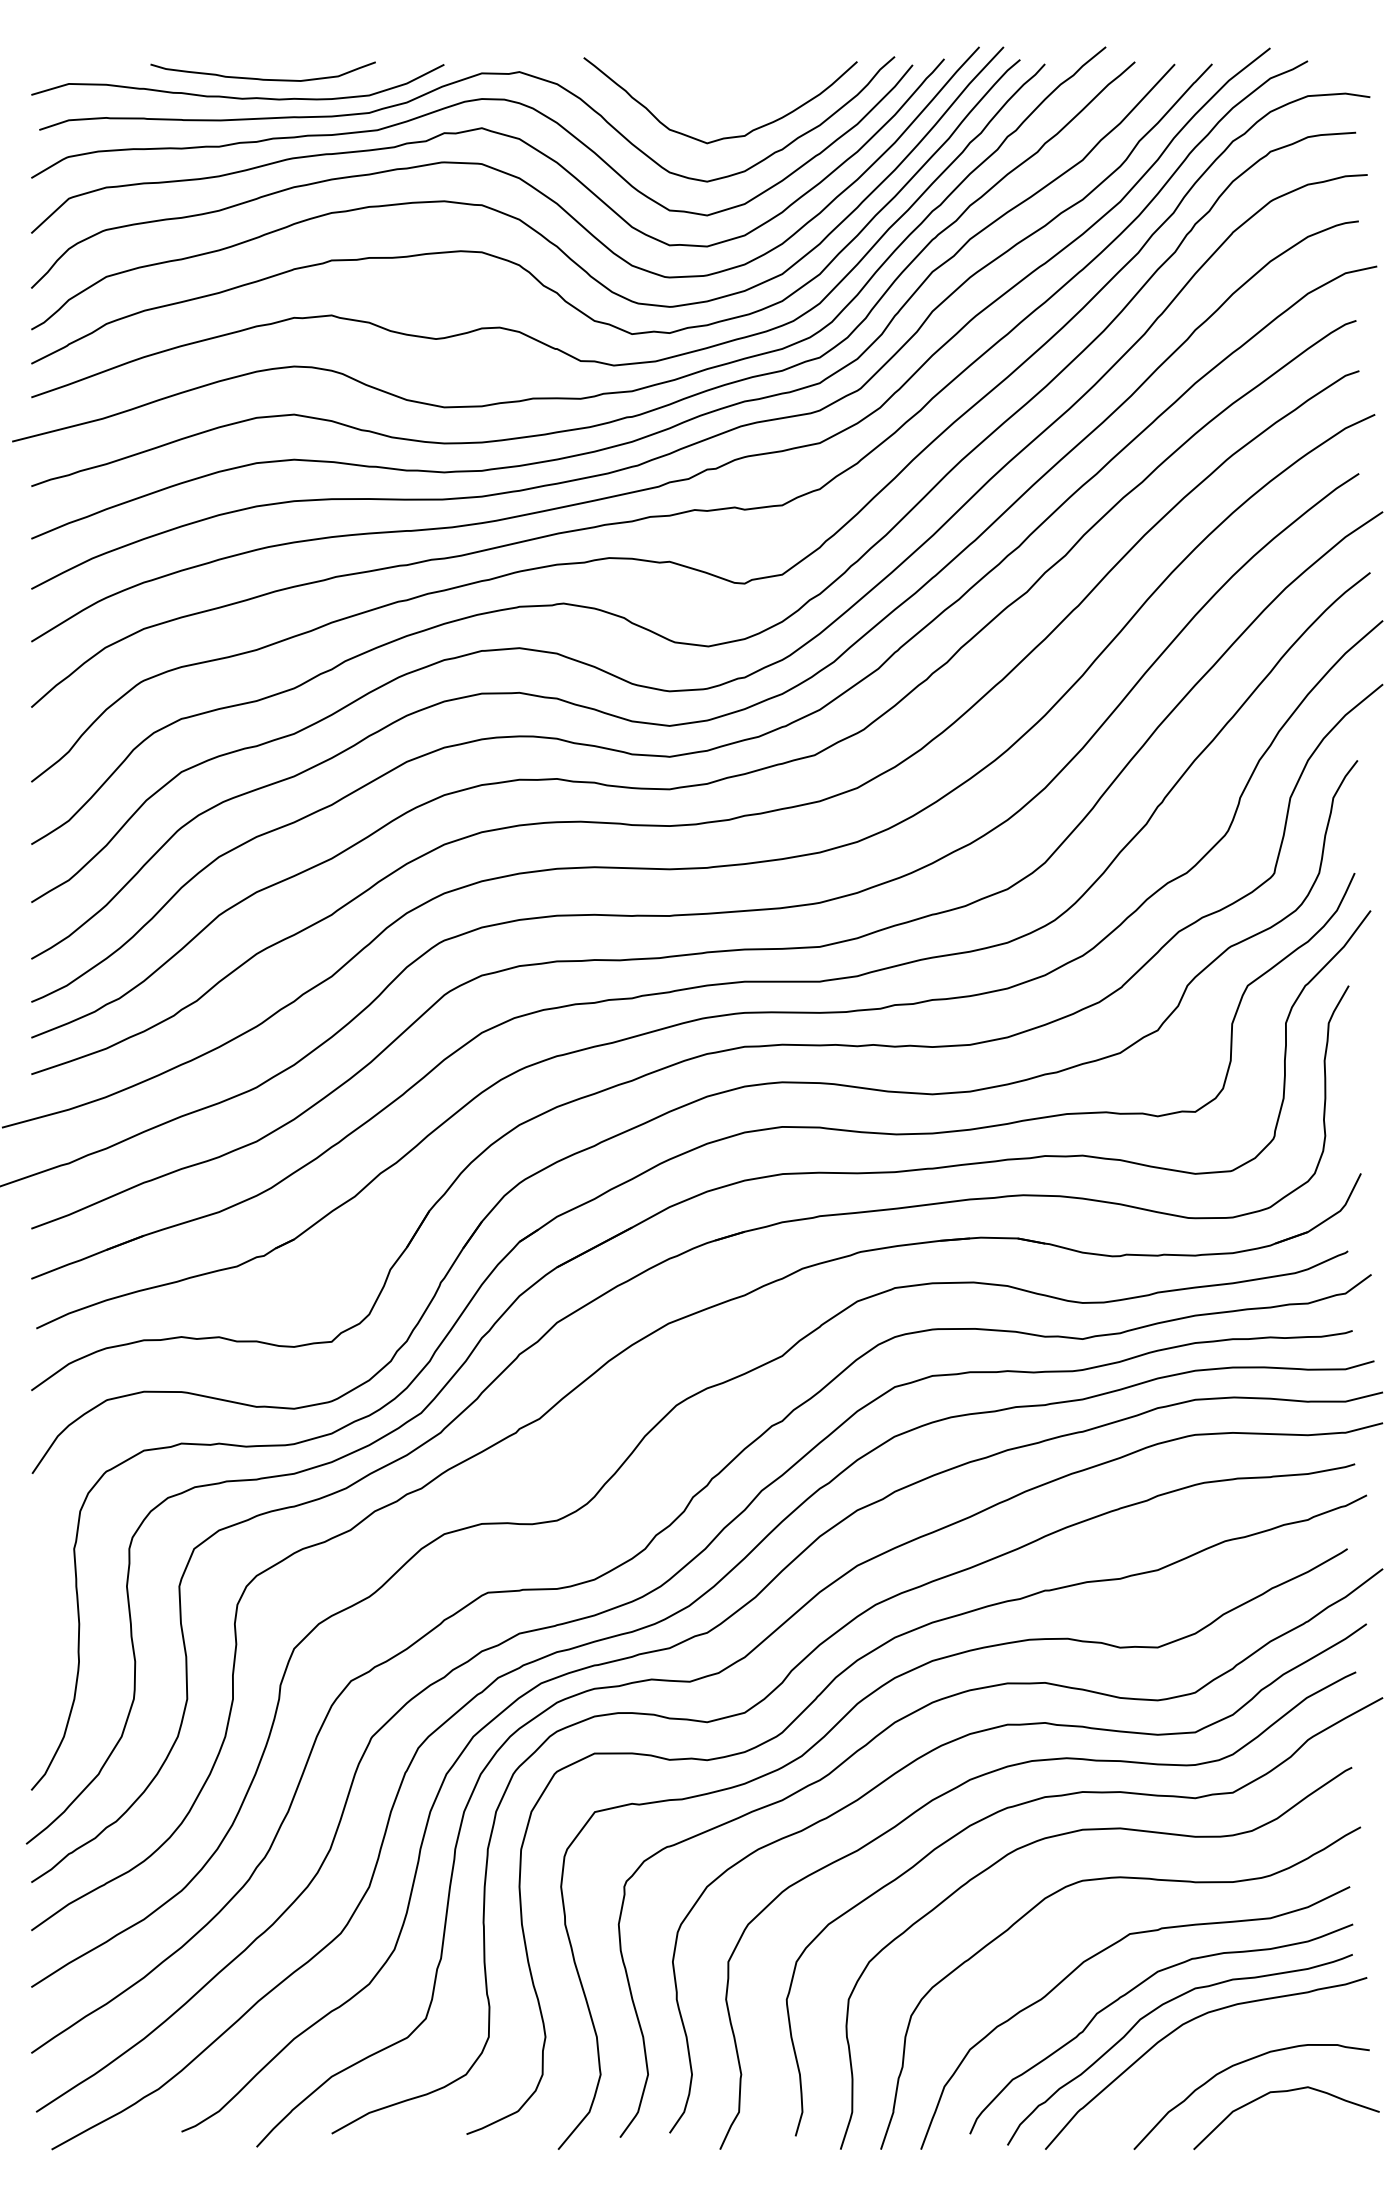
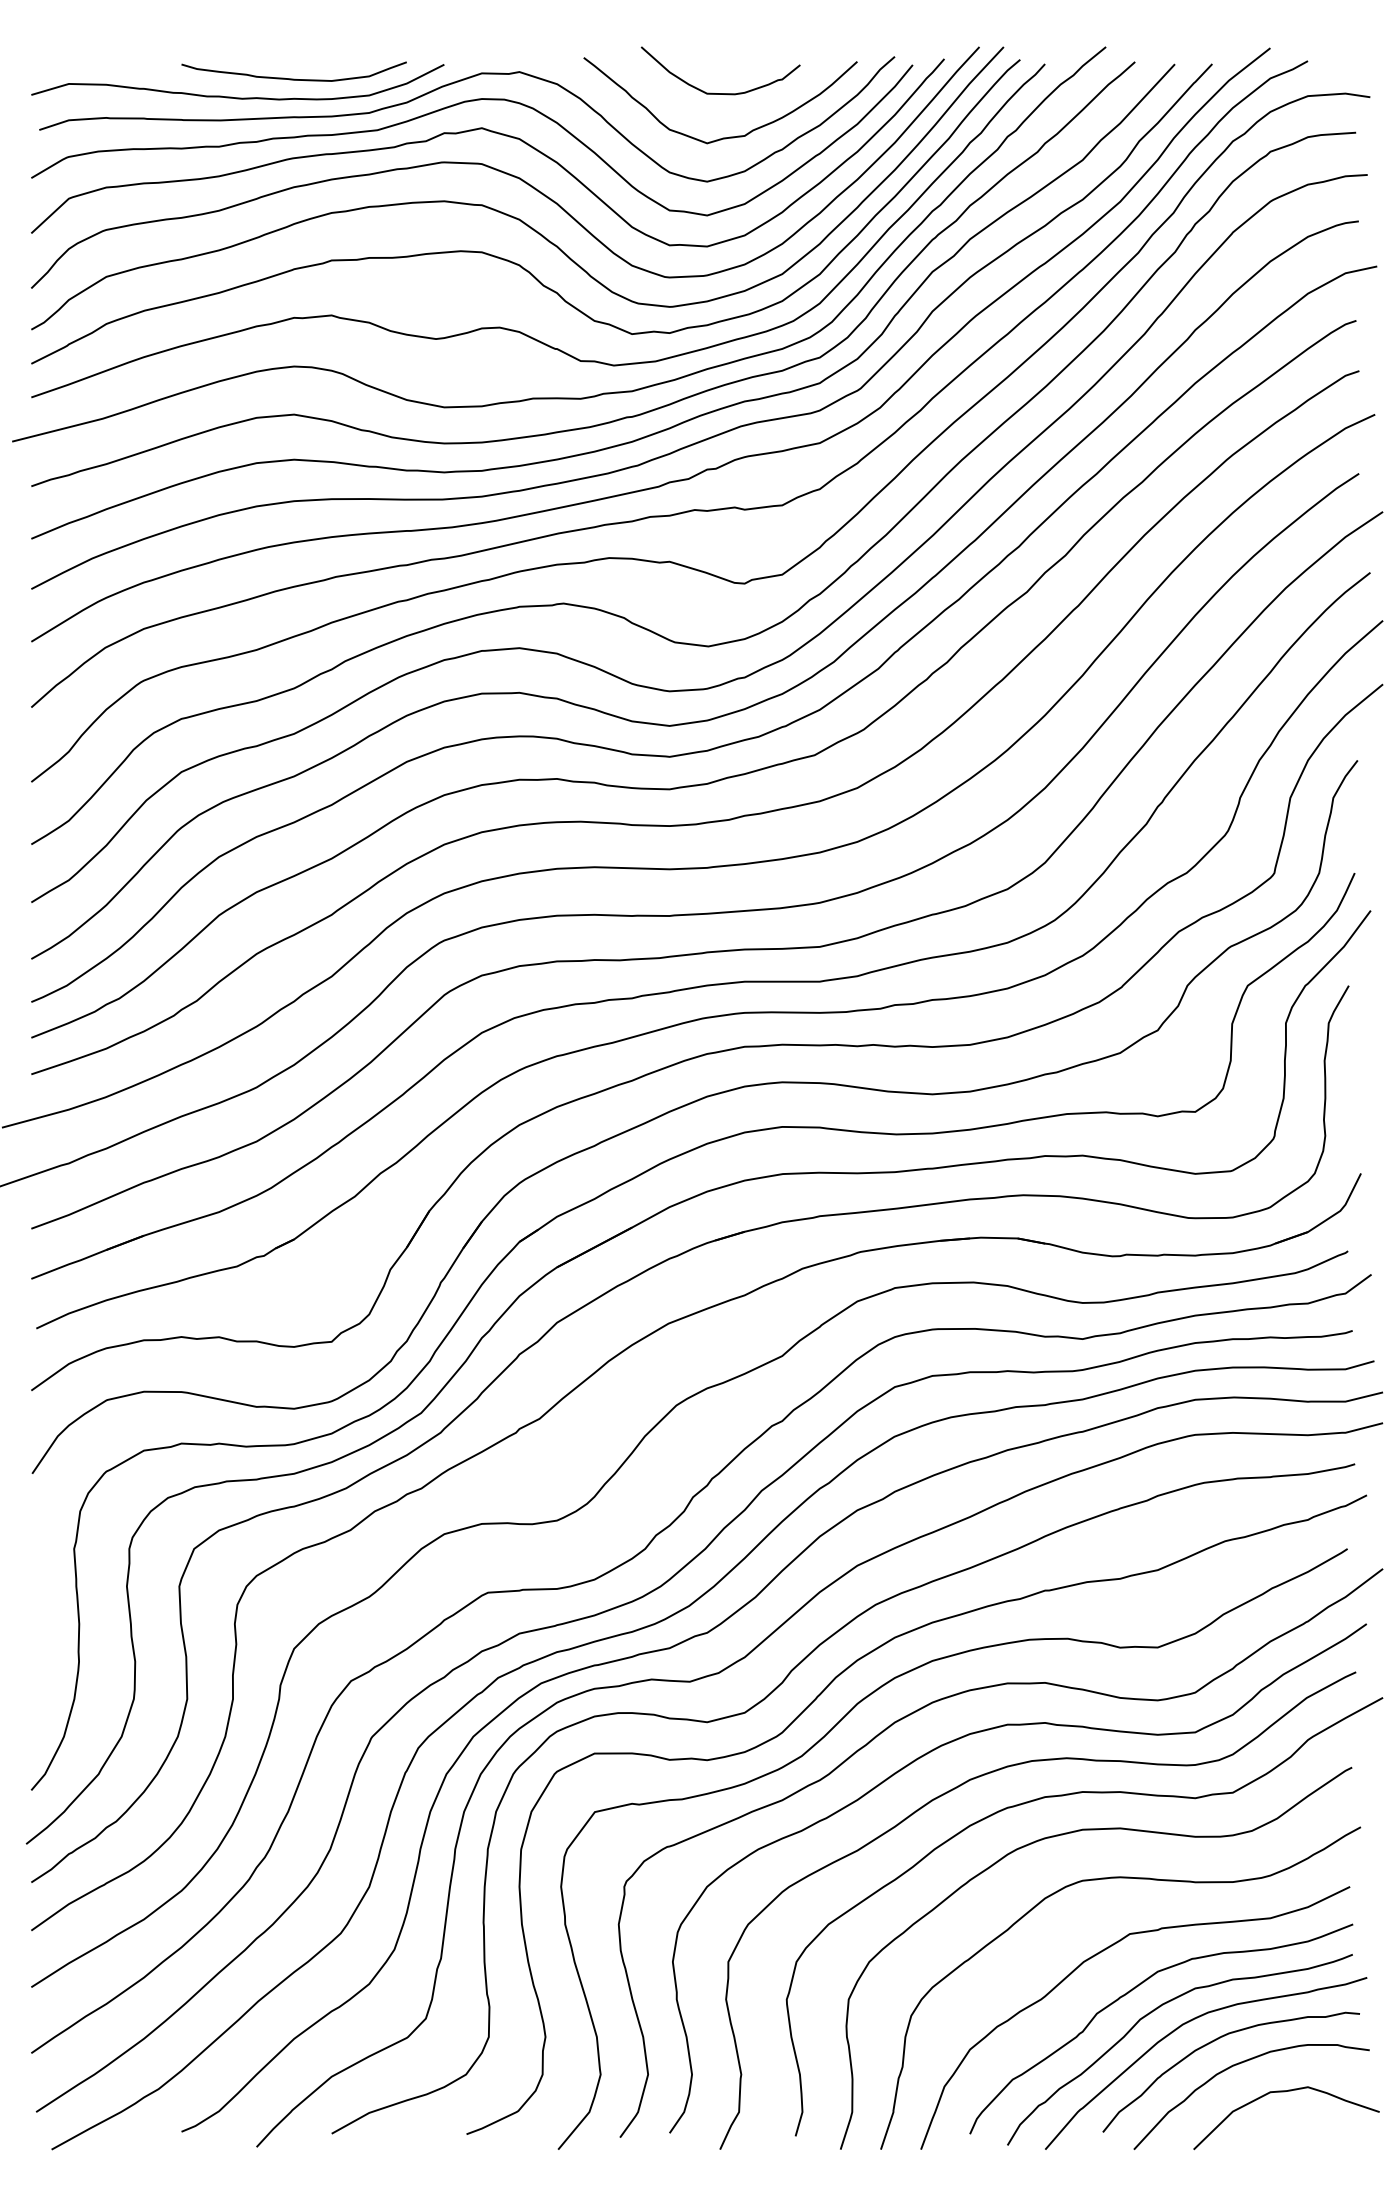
curve at (262, 78) position: (262, 78) -> (293, 78)
curve at (720, 93): none -> present
curve at (1211, 2043): none -> present
